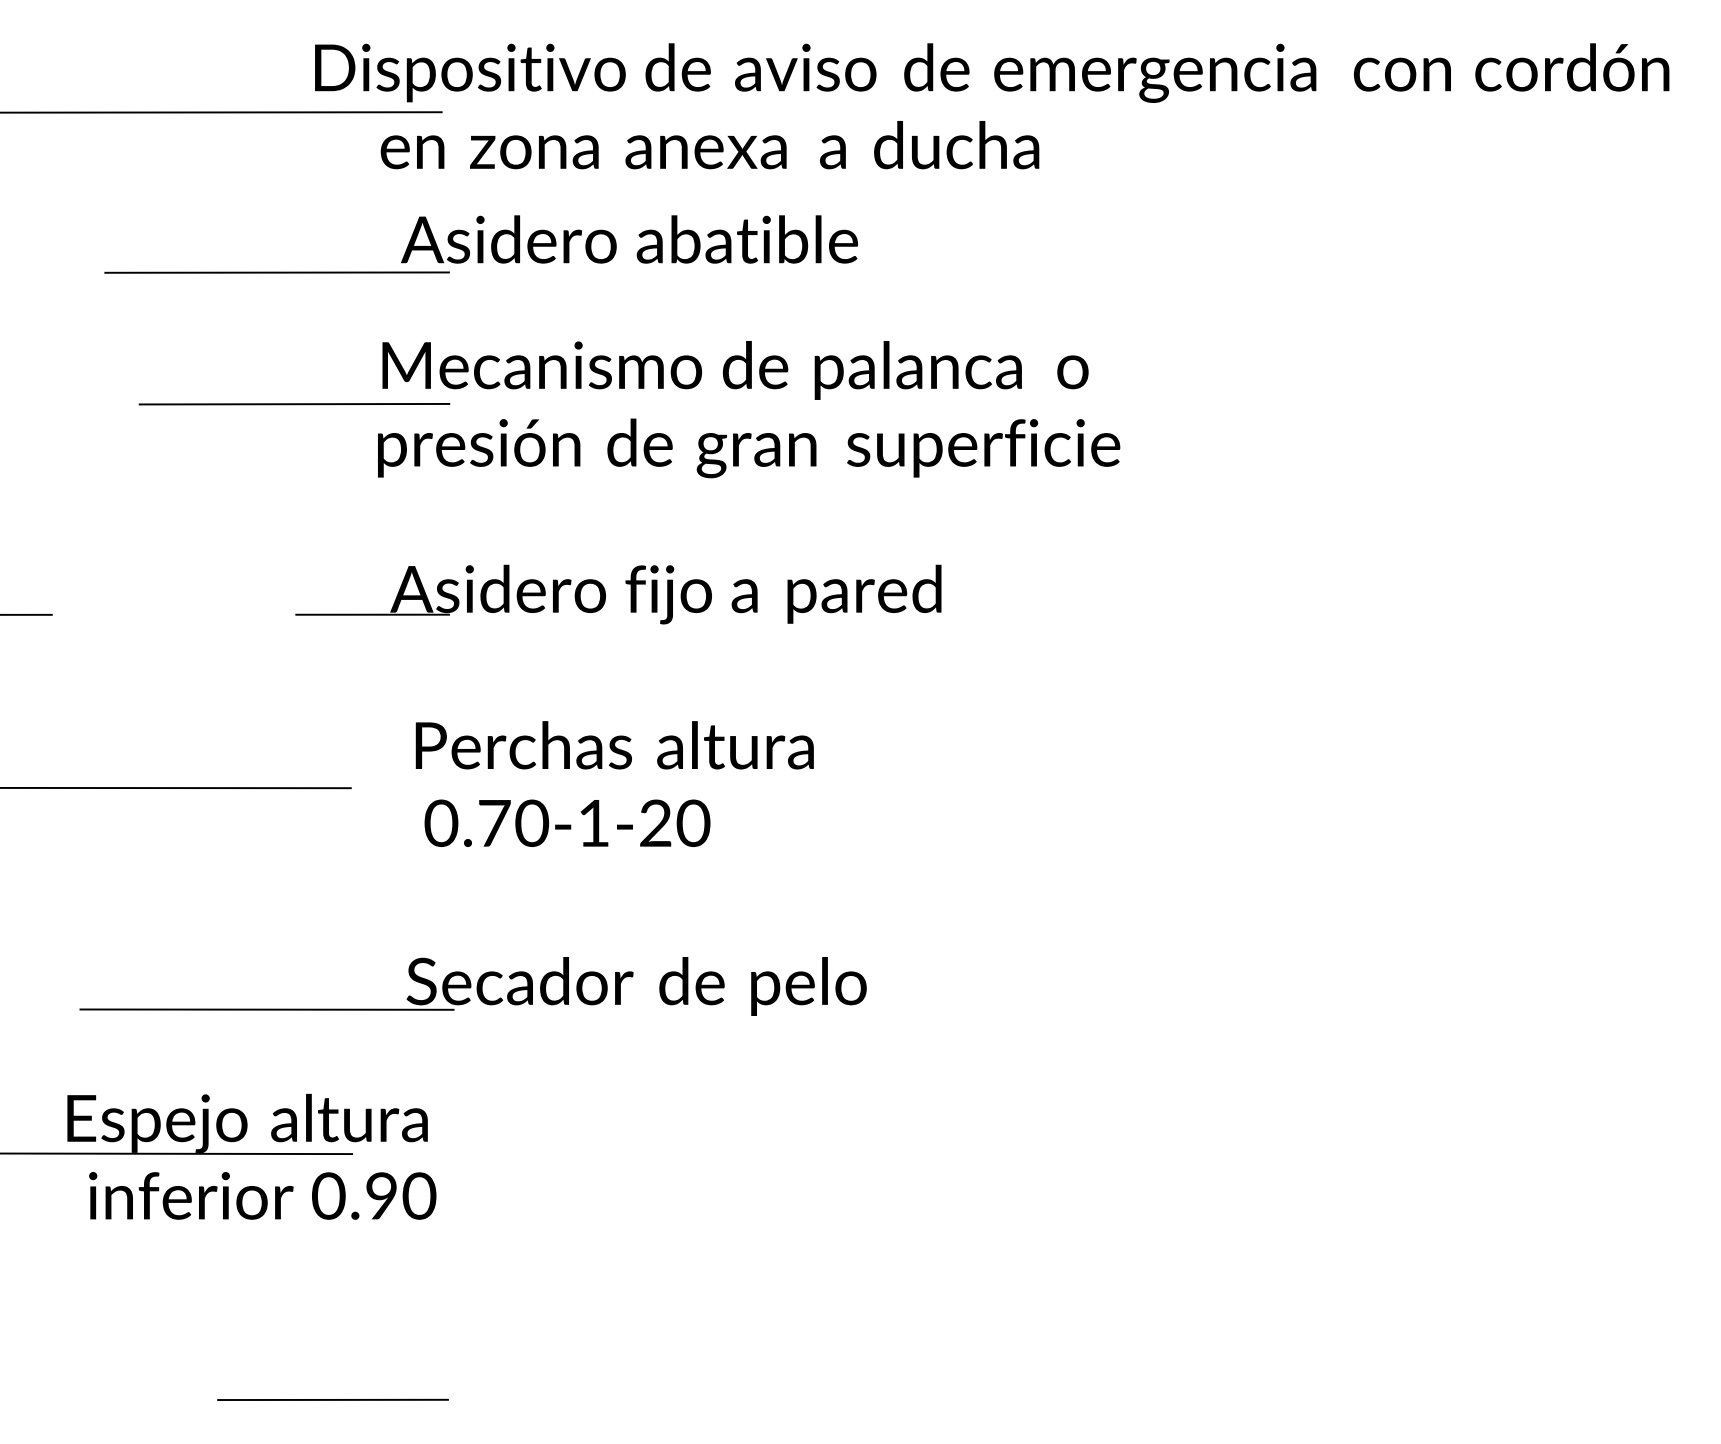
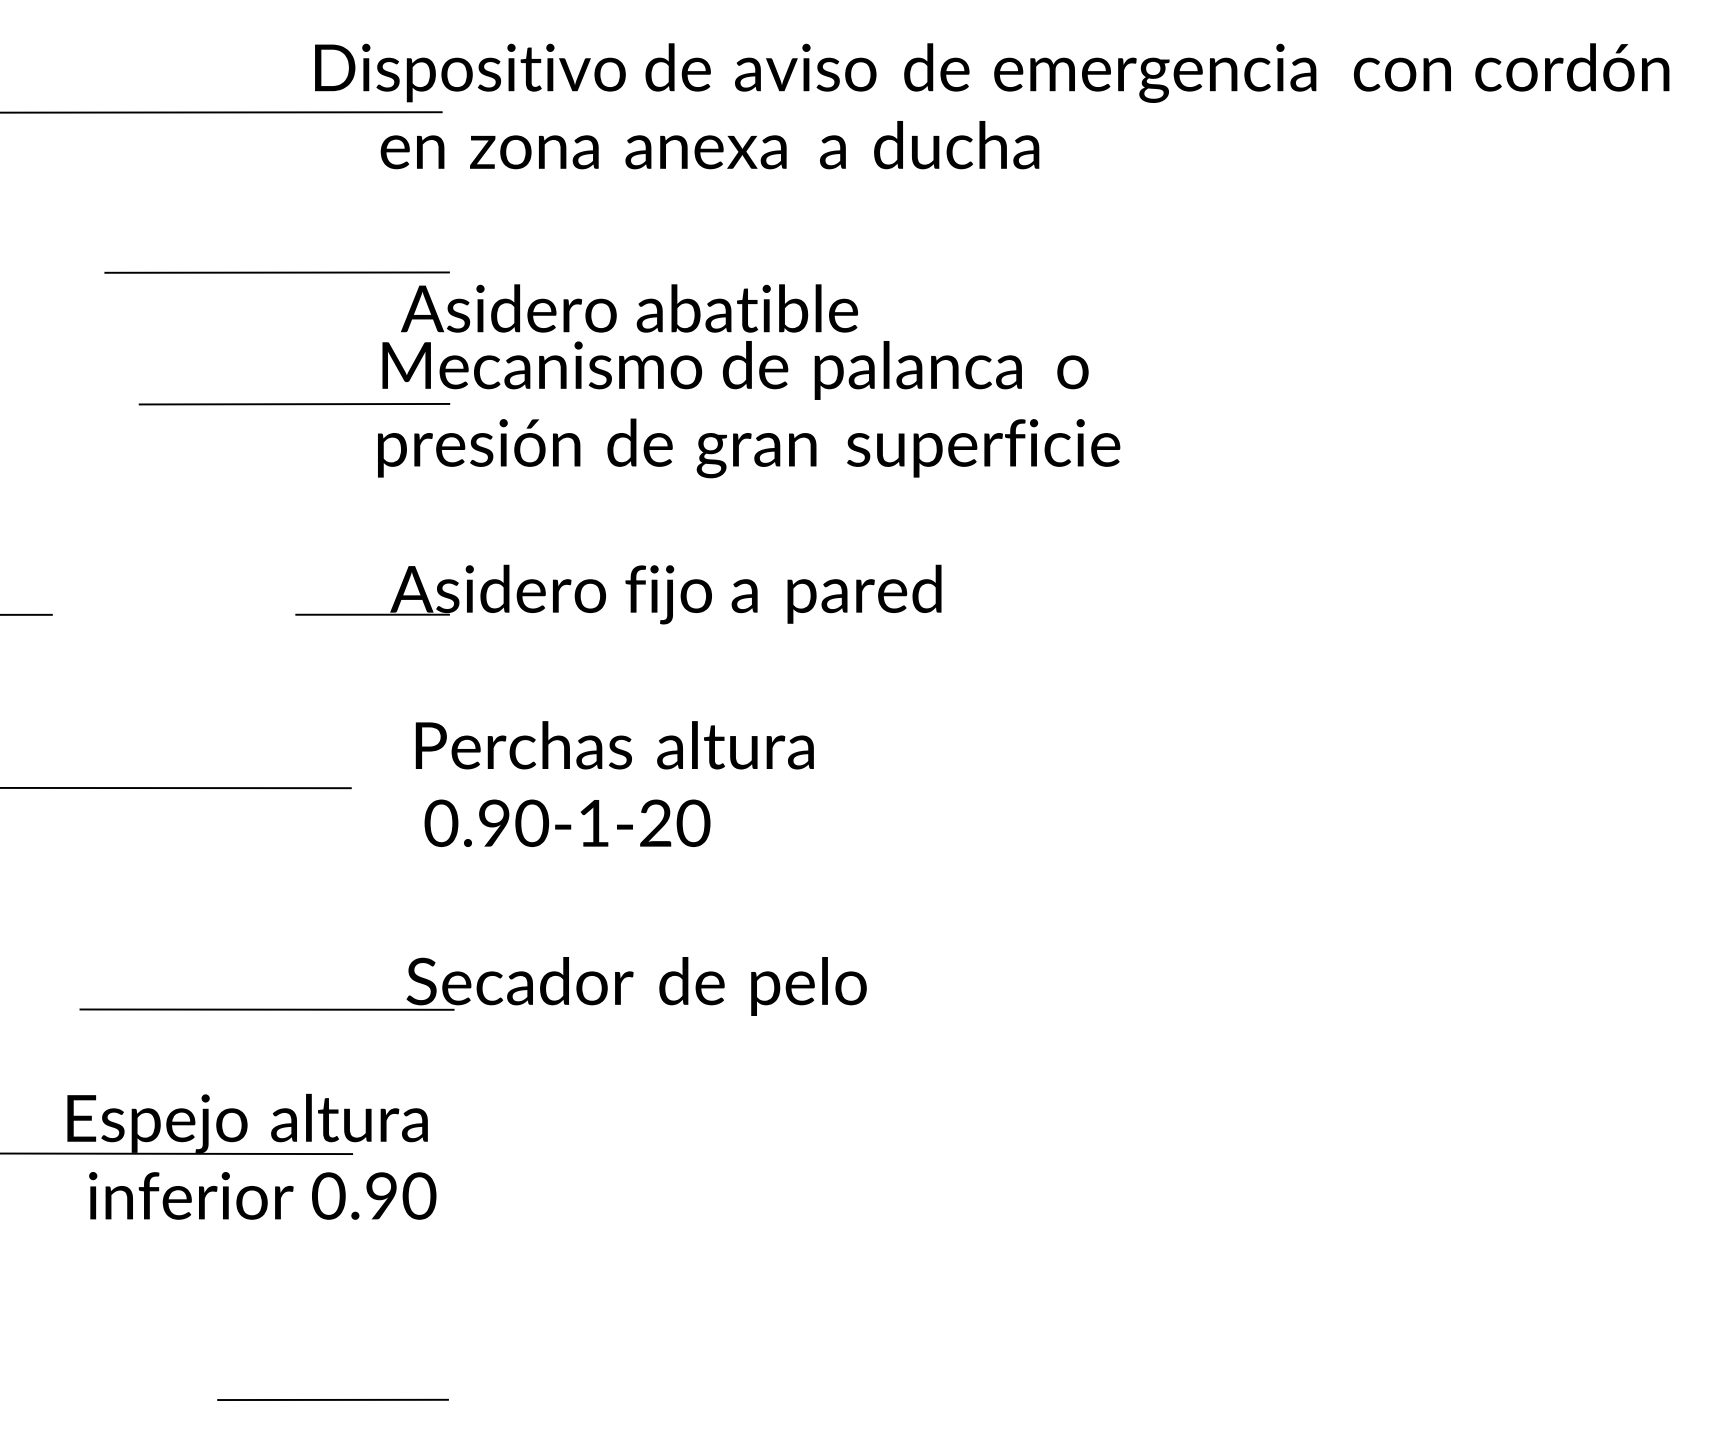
text at (629, 239) position: (629, 239) -> (629, 308)
text at (494, 822): 0.70-1-20 -> 0.90-1-20
